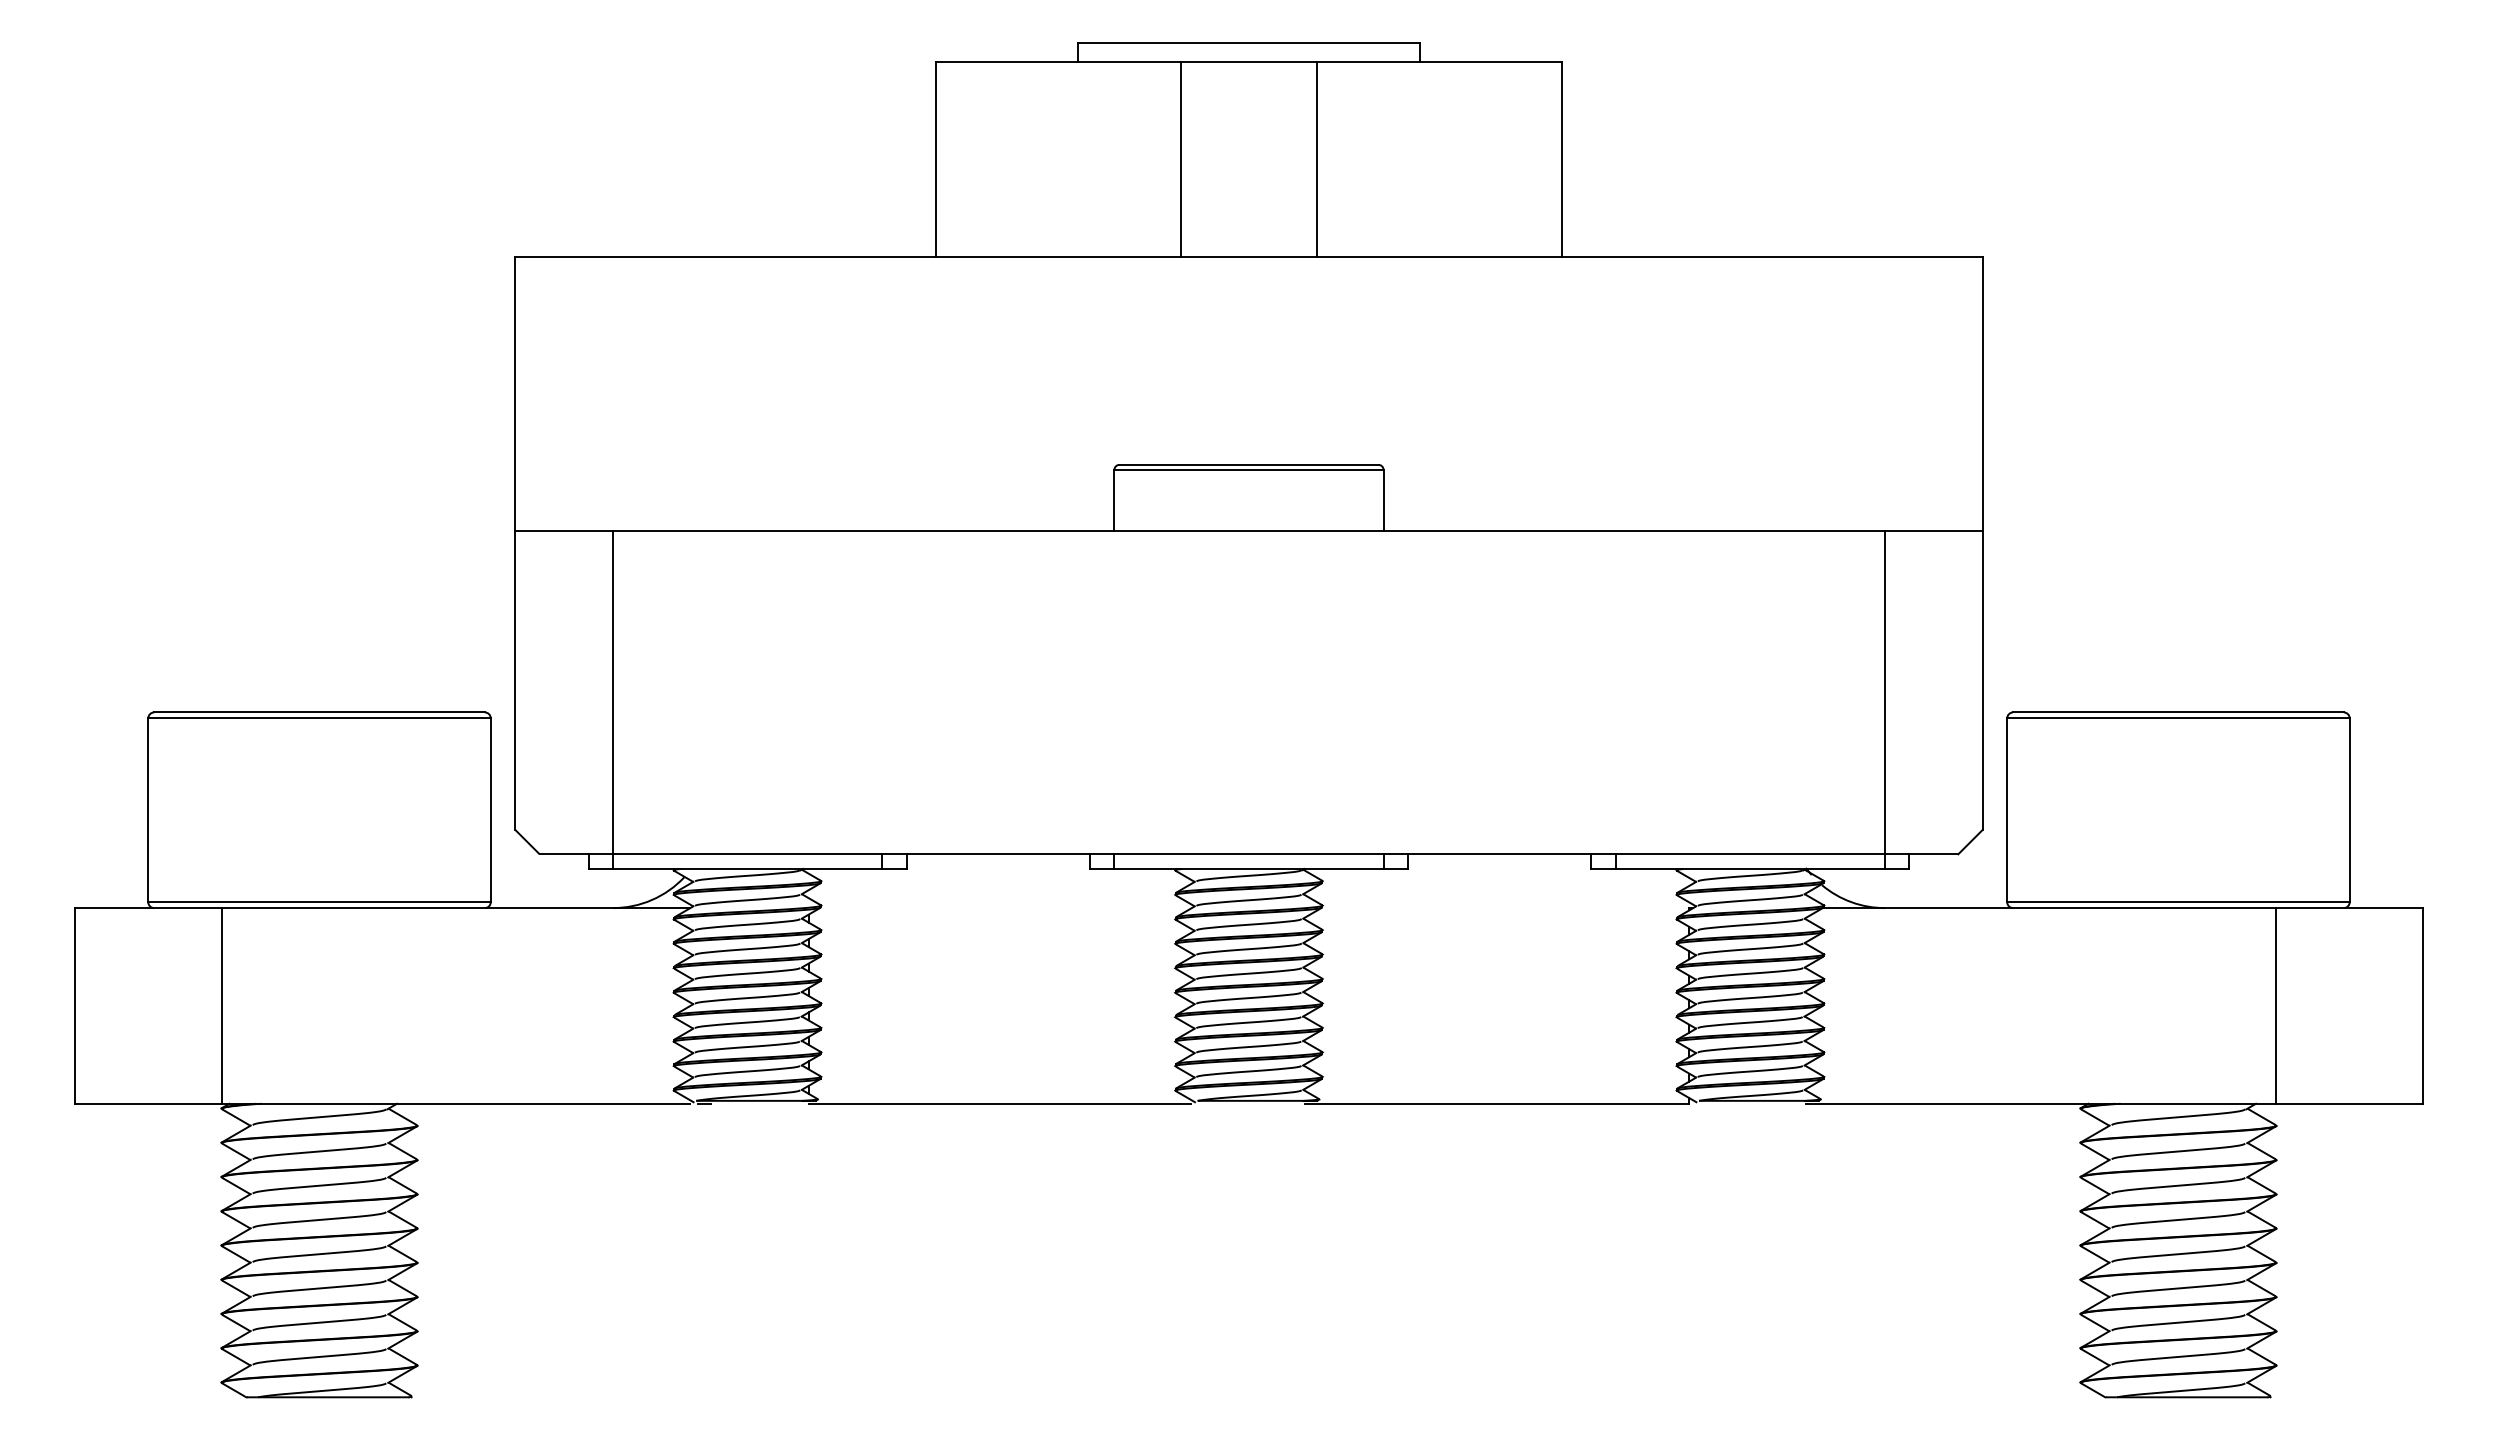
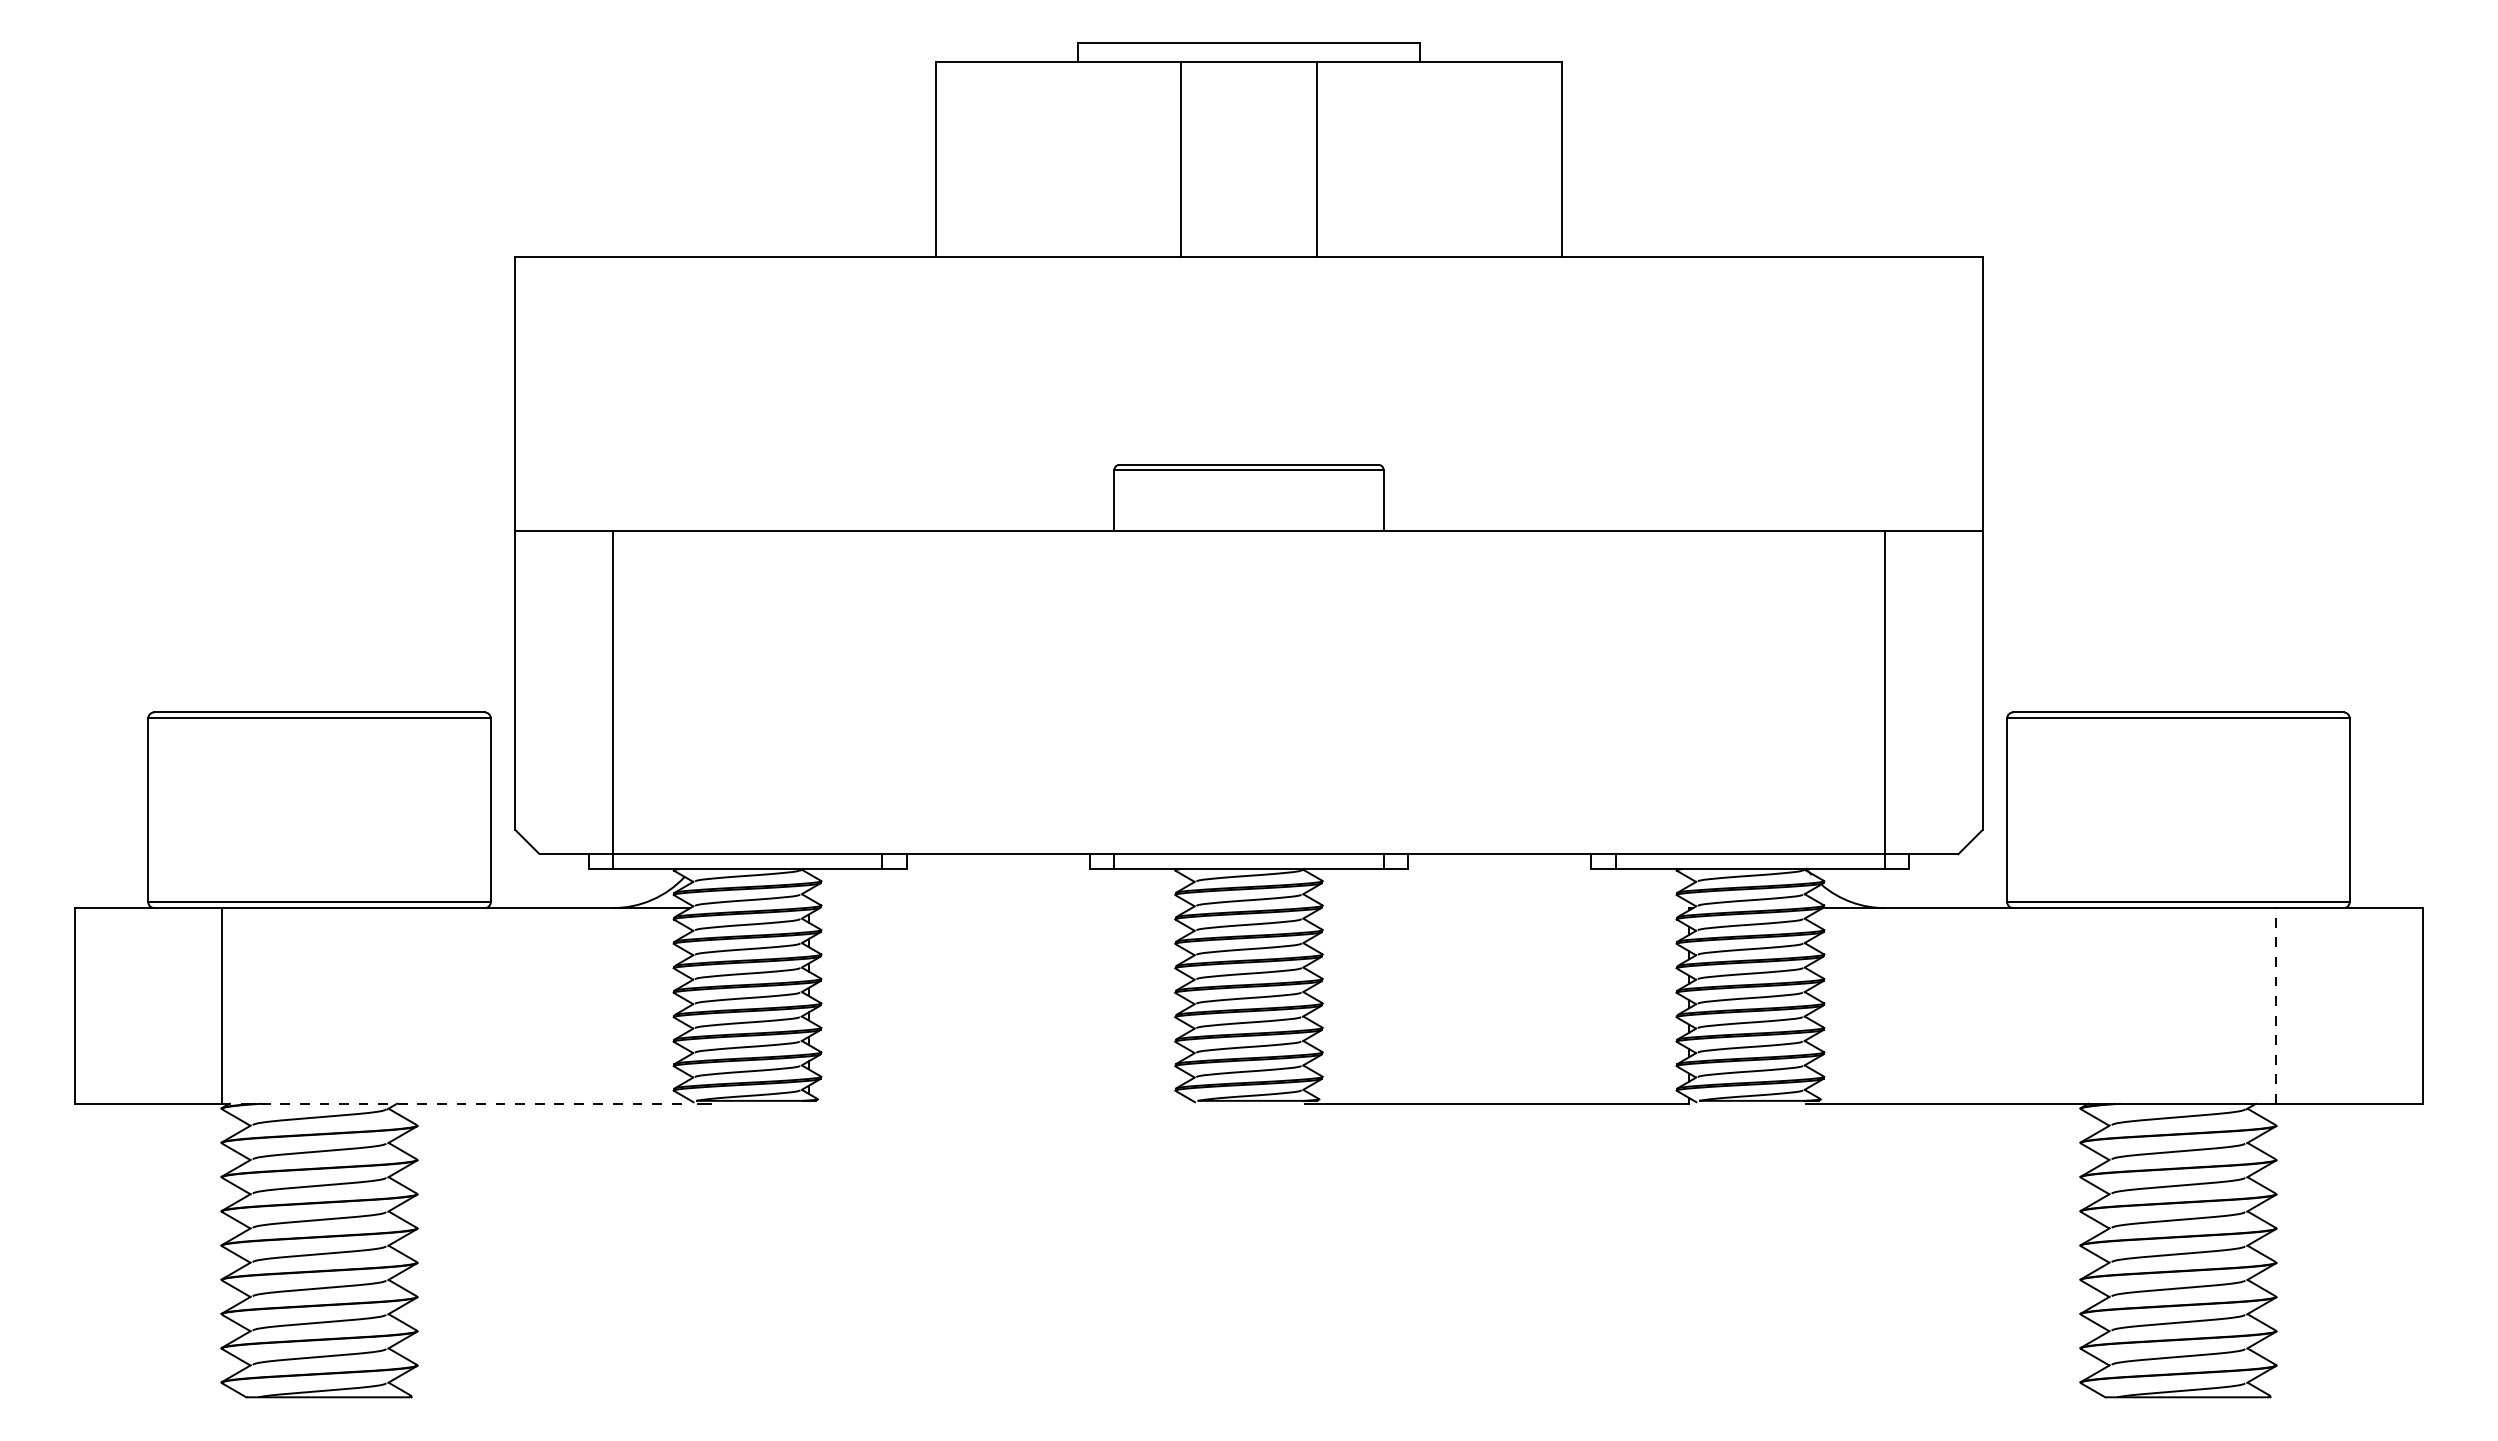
line at (2276, 1005): solid -> dashed
line at (456, 1103): solid -> dashed
line at (999, 1103): present -> none
